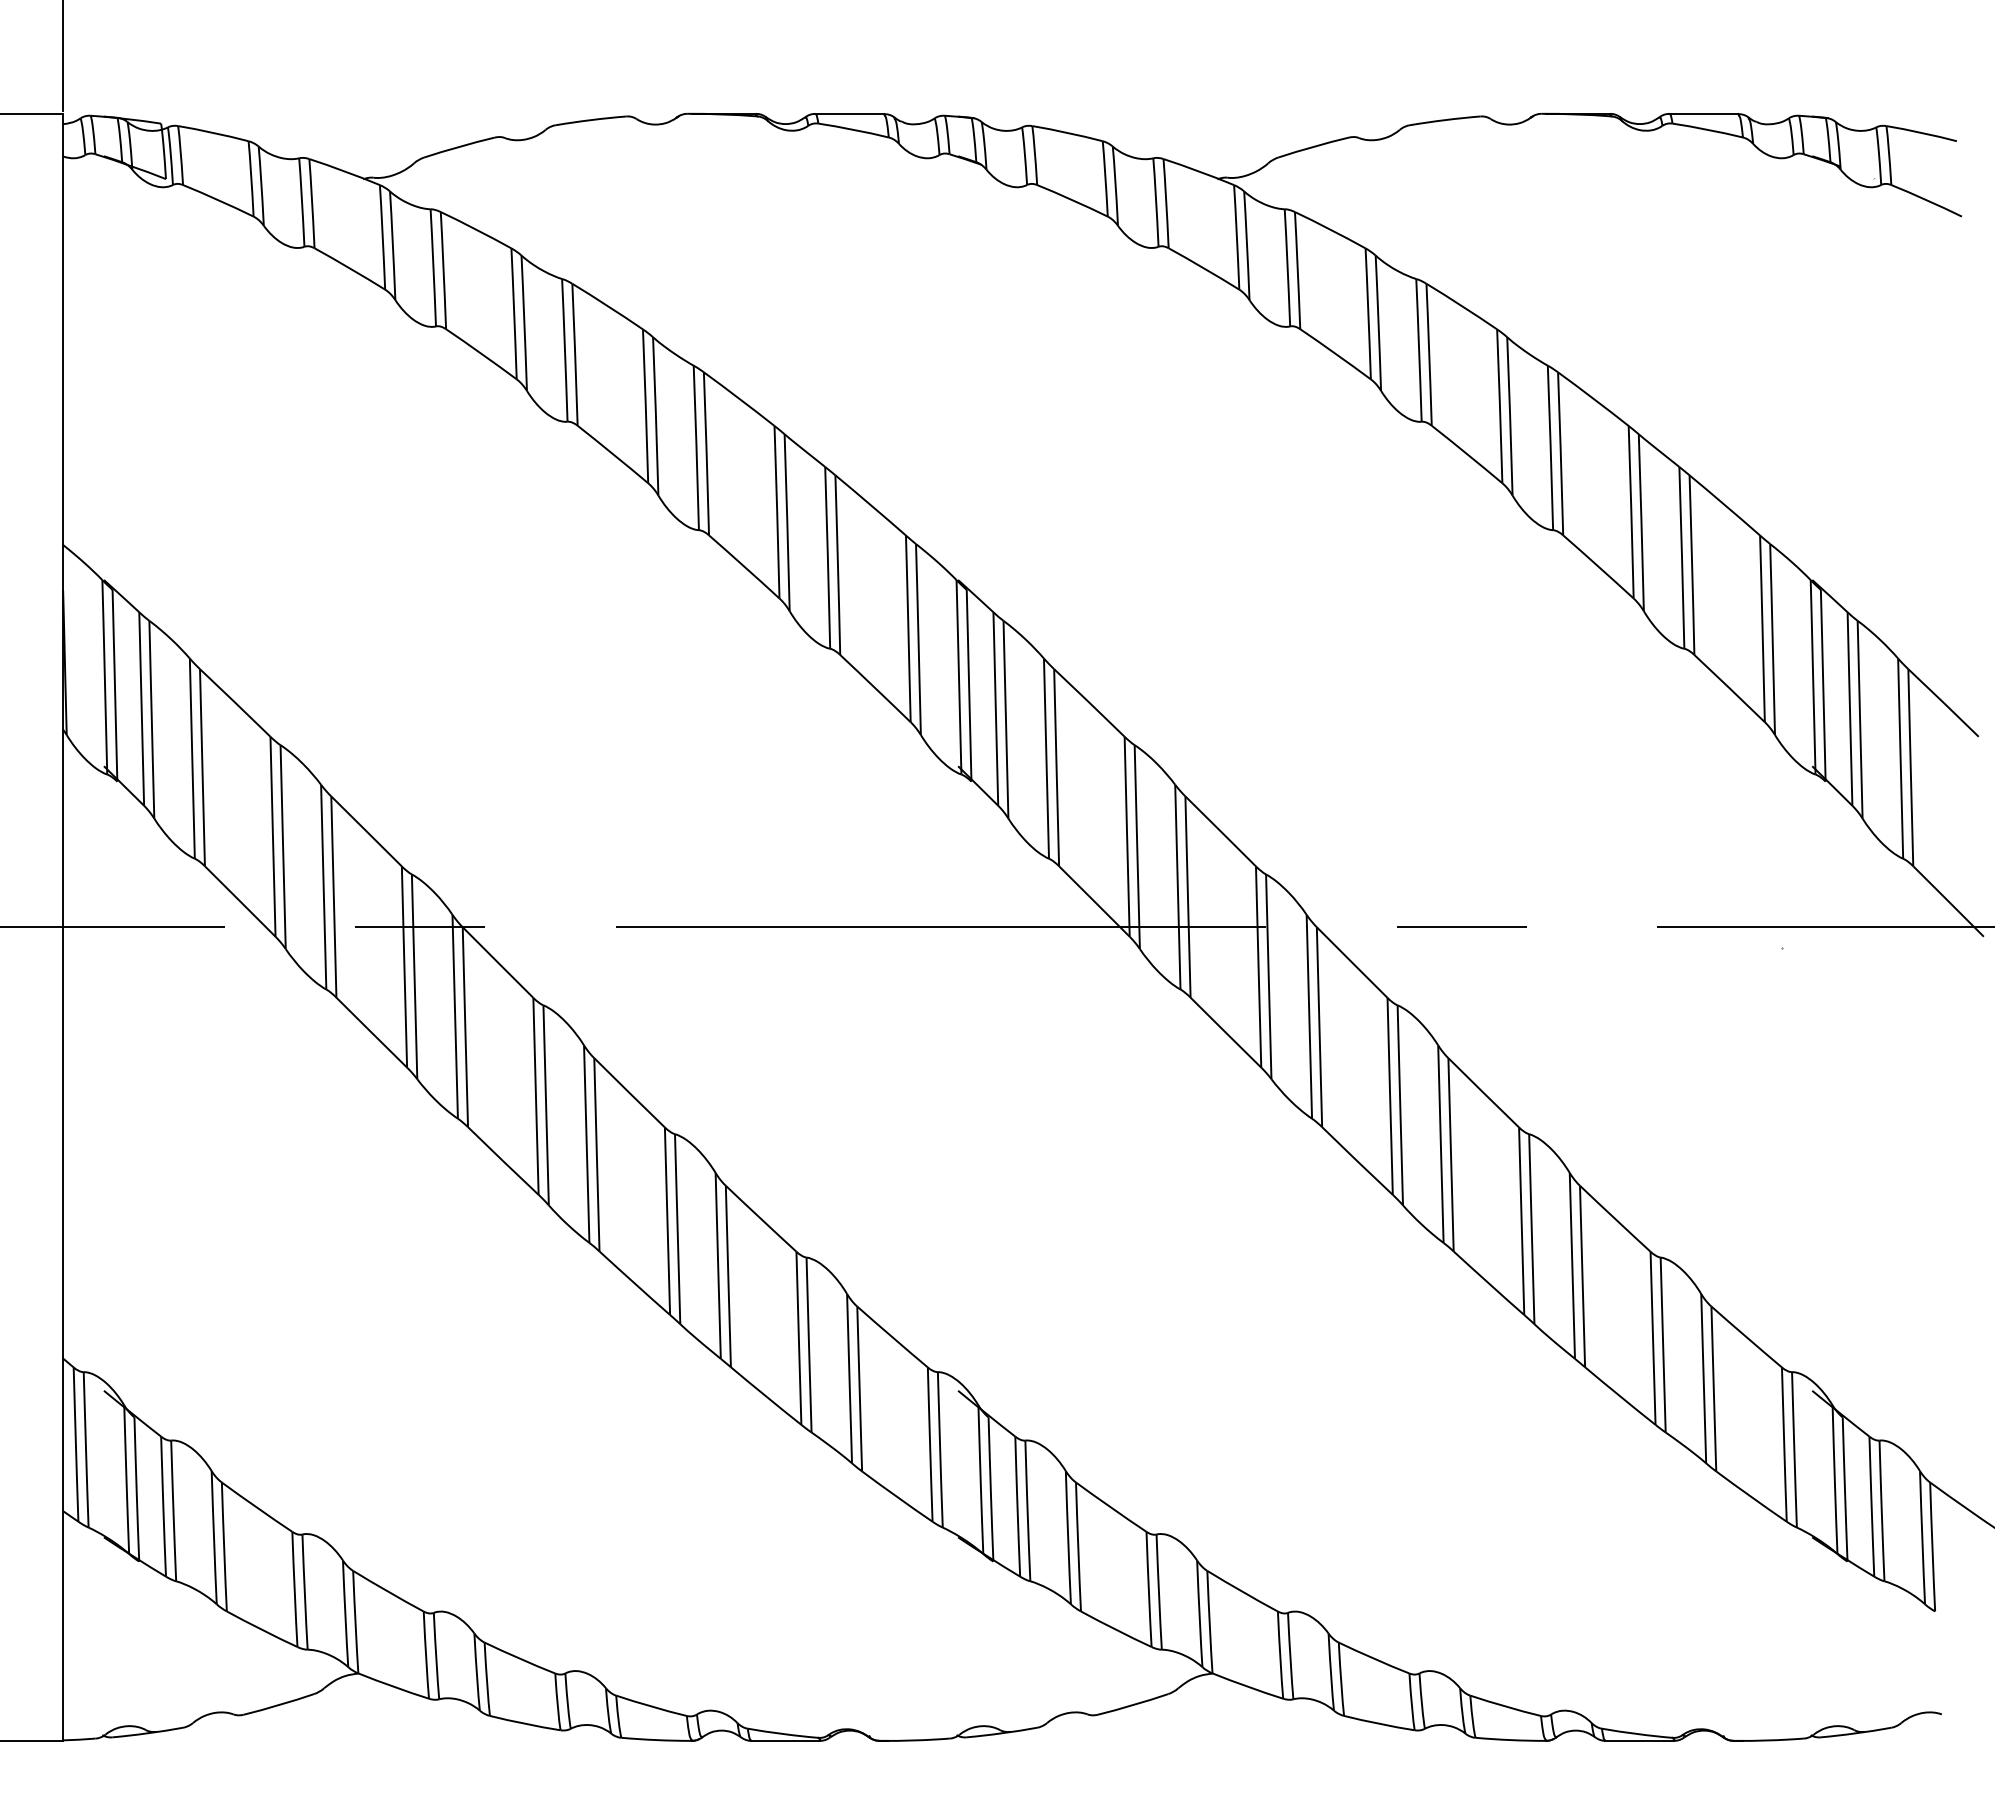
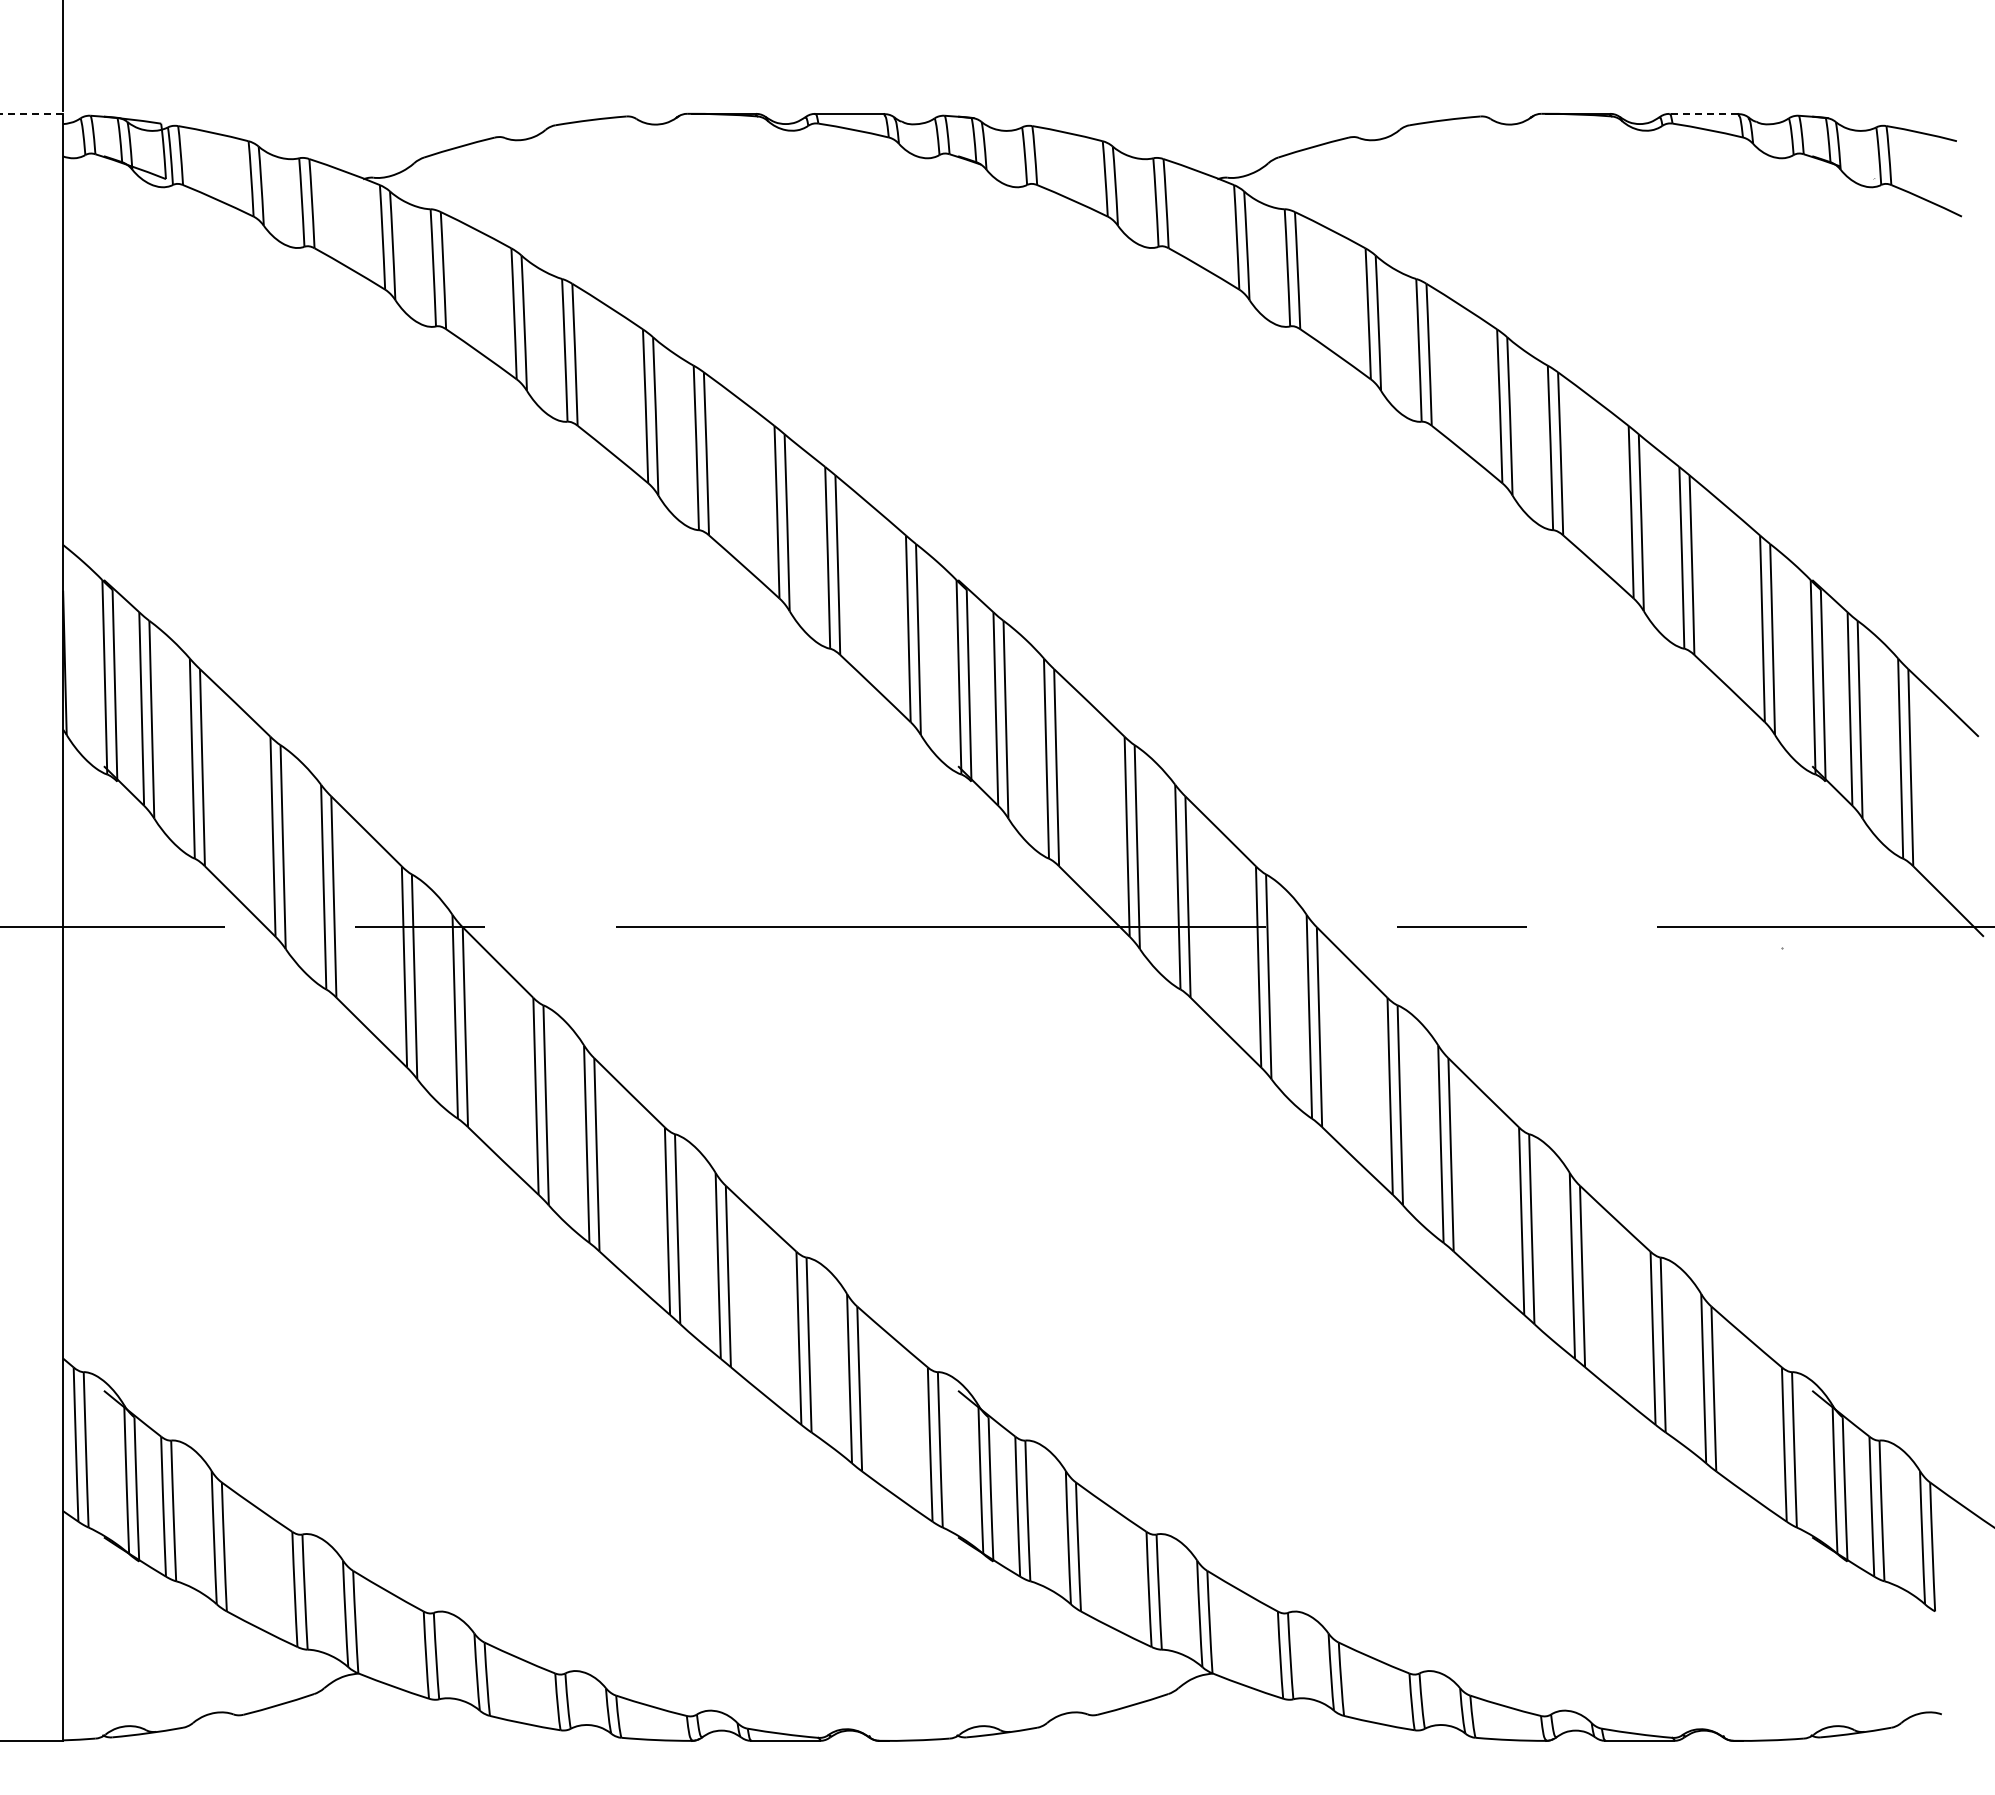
line at (31, 113): solid -> dashed
line at (1703, 113): solid -> dashed
